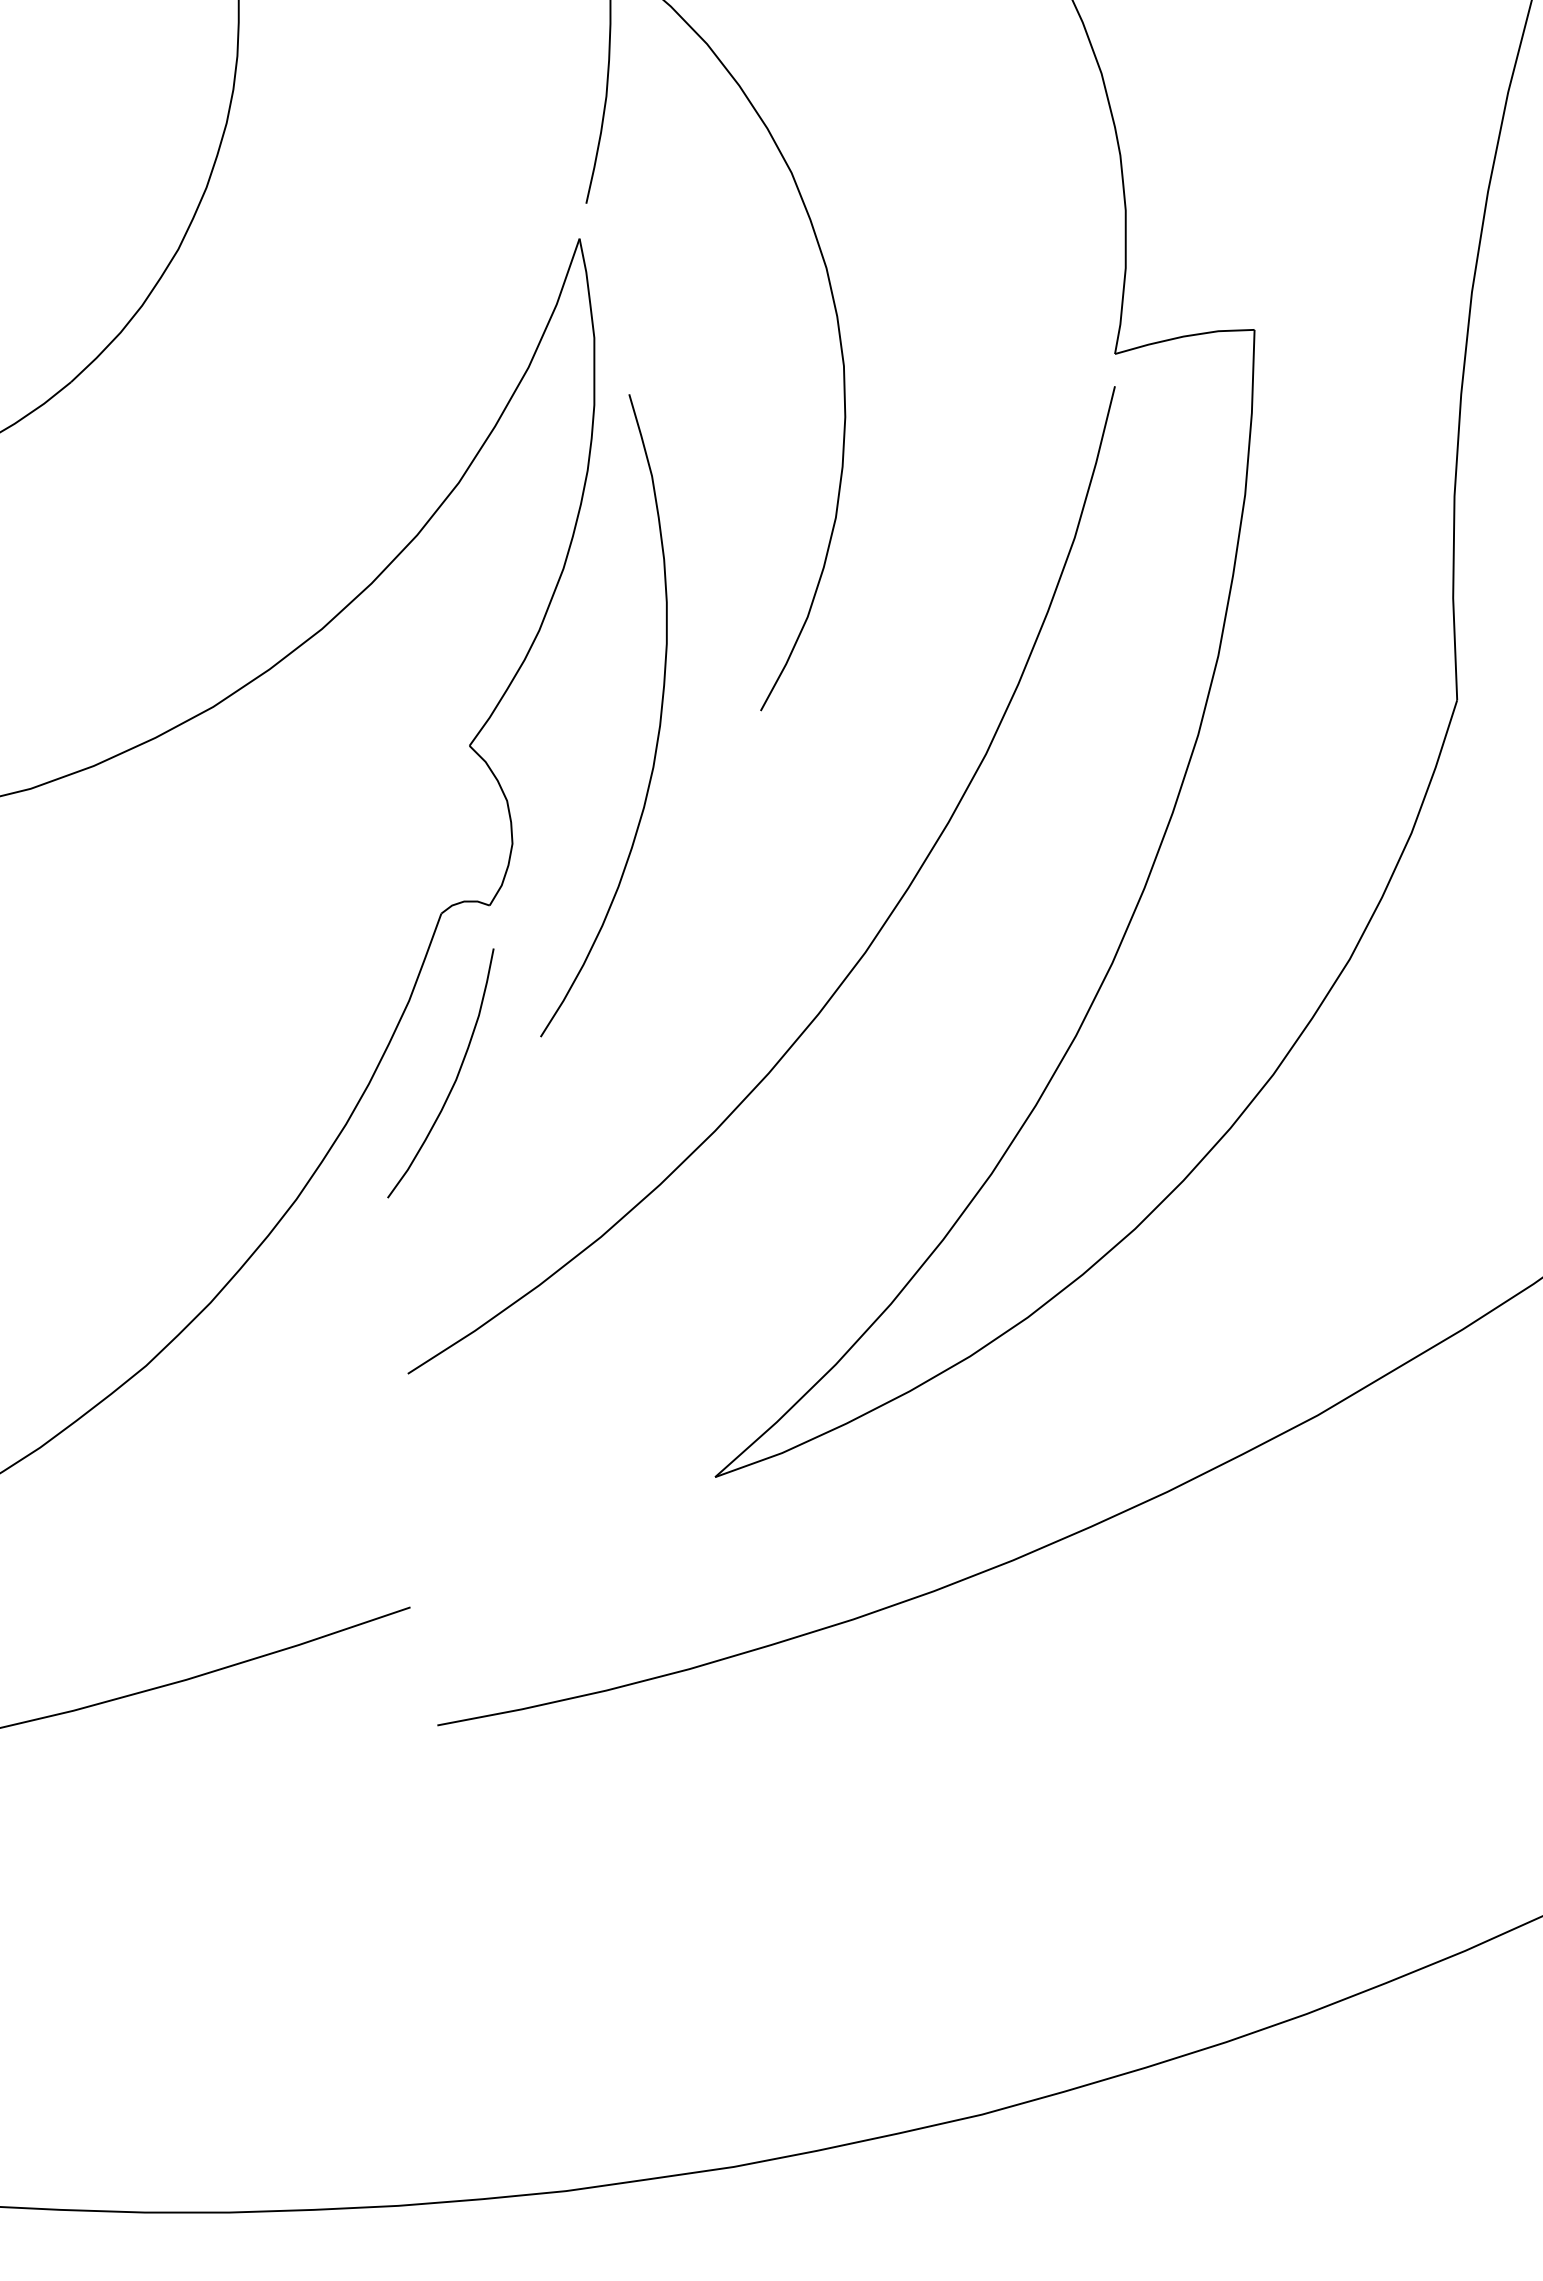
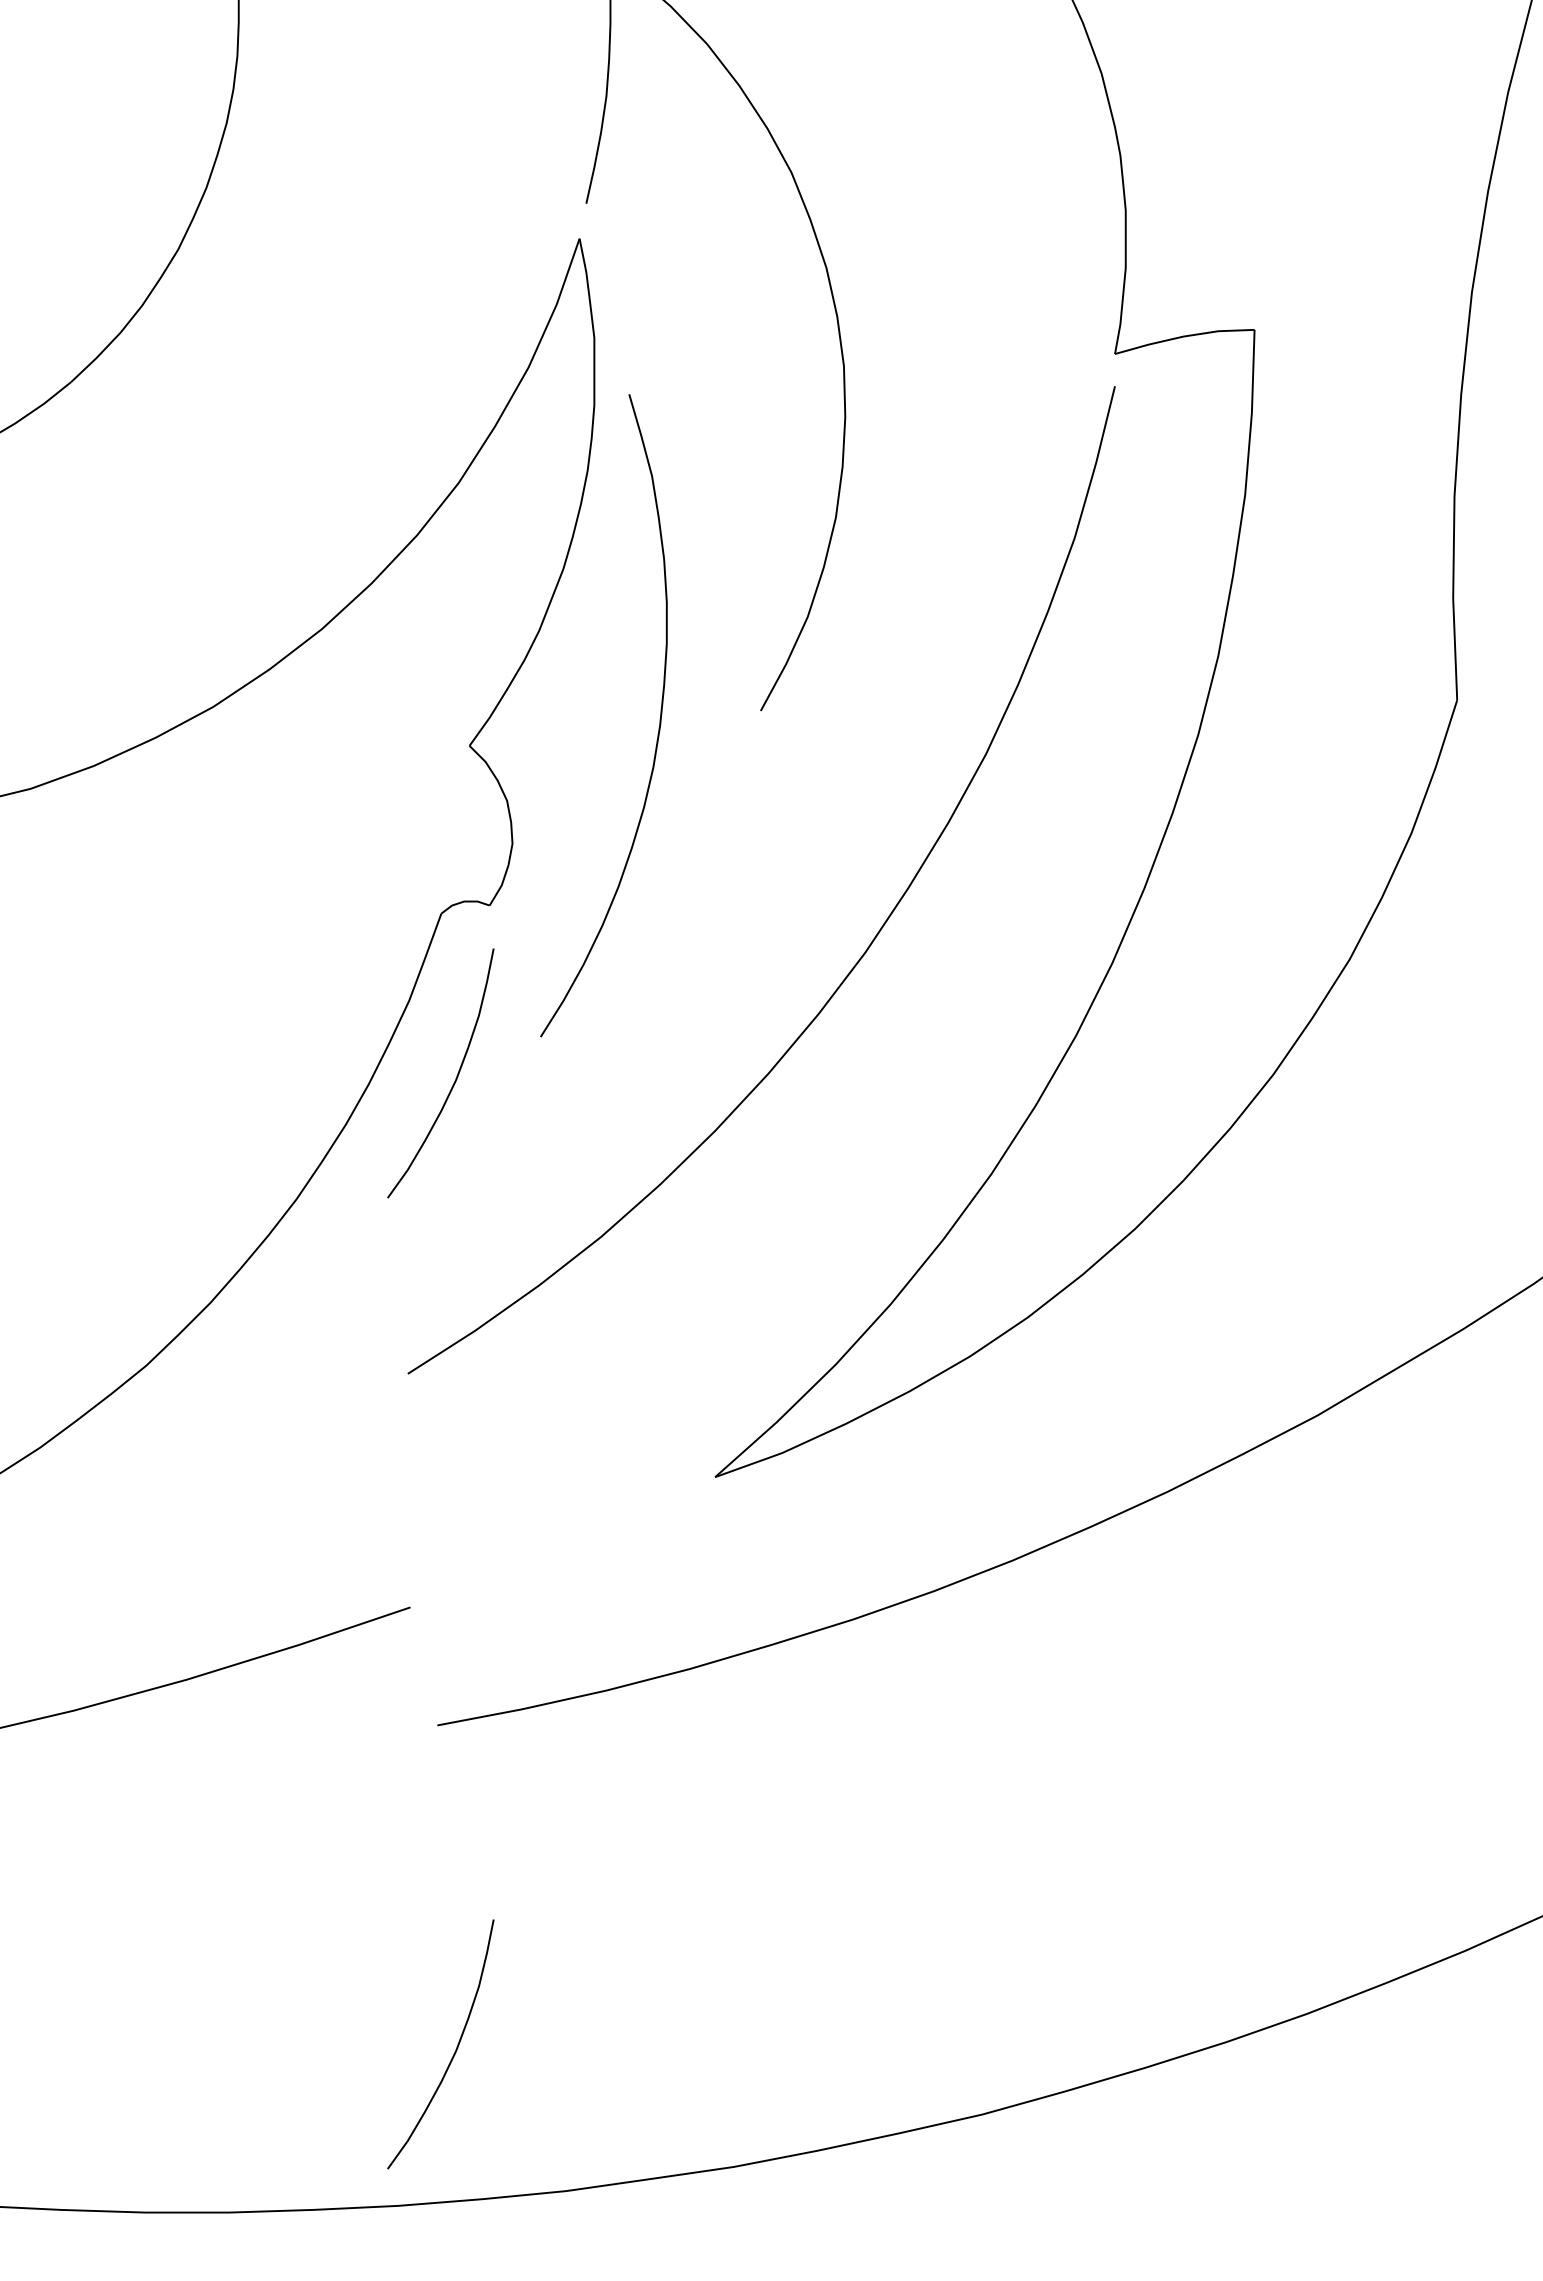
curve at (454, 2051): none -> present
